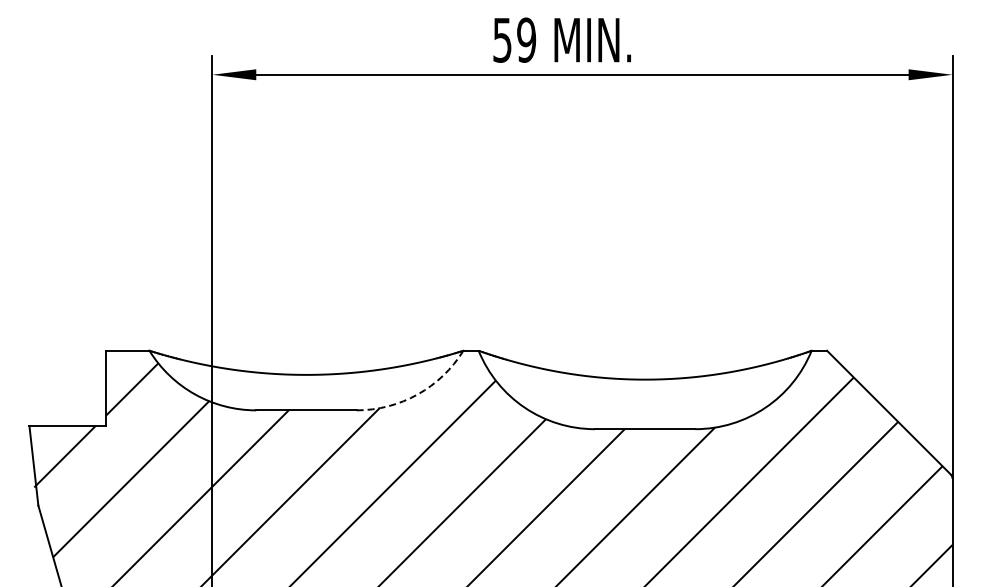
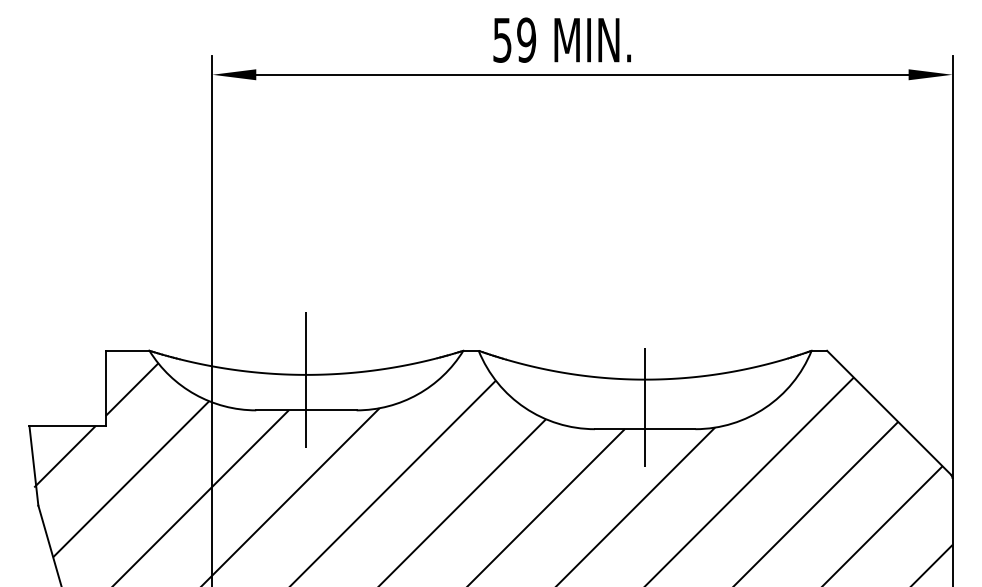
line at (306, 379): none -> present
arc at (417, 394): dashed -> solid
line at (645, 407): none -> present
